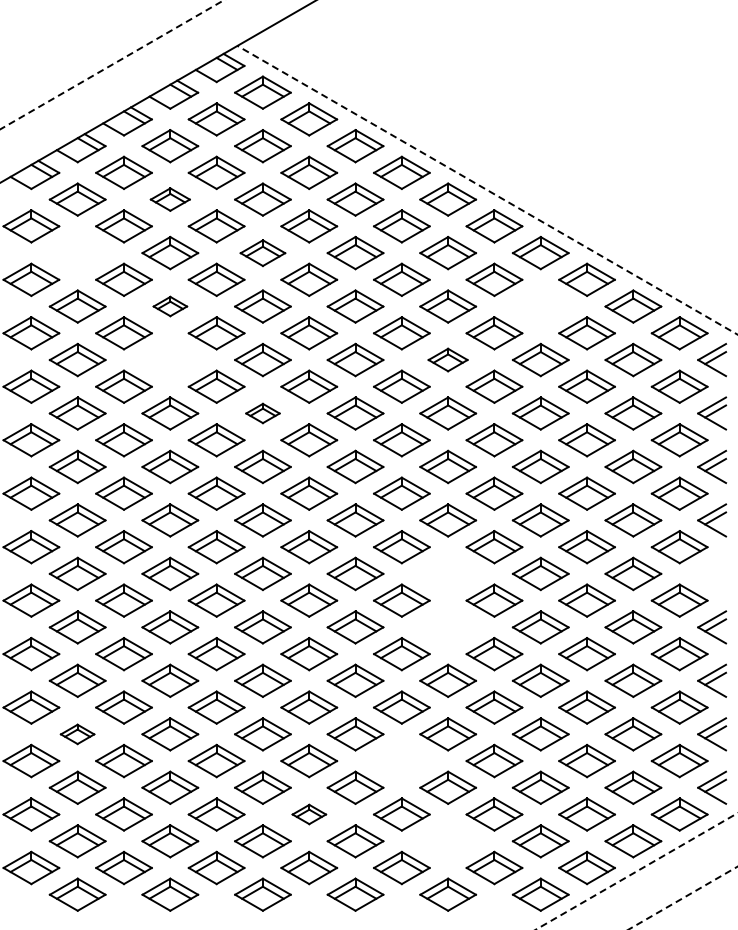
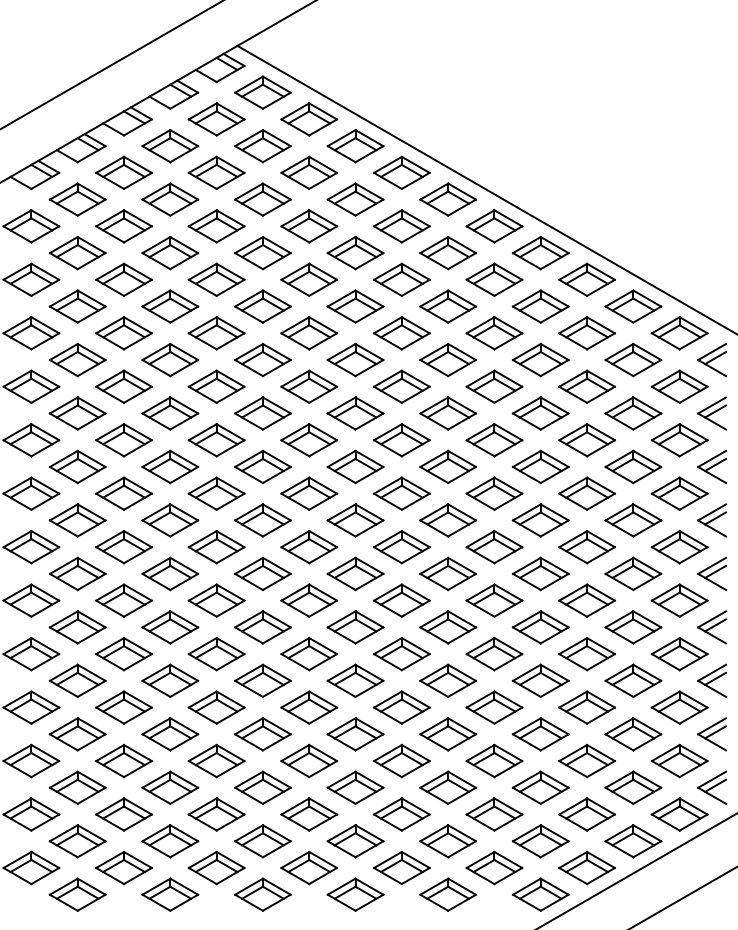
line at (112, 64): dashed -> solid
line at (487, 190): dashed -> solid
part at (169, 199) size: 42x25 px -> 59x35 px
part at (77, 252): none -> present
part at (262, 253) size: 48x29 px -> 58x35 px
part at (170, 306) size: 37x23 px -> 59x35 px
part at (540, 306): none -> present
part at (170, 359): none -> present
part at (447, 359) size: 42x26 px -> 58x36 px
part at (262, 413) size: 36x23 px -> 58x35 px
part at (447, 573): none -> present
part at (712, 573): none -> present
part at (448, 627): none -> present
part at (77, 734) size: 37x23 px -> 59x35 px
part at (401, 760): none -> present
part at (309, 814) size: 37x23 px -> 59x35 px
part at (448, 841): none -> present
line at (637, 871): dashed -> solid
line at (683, 898): dashed -> solid
